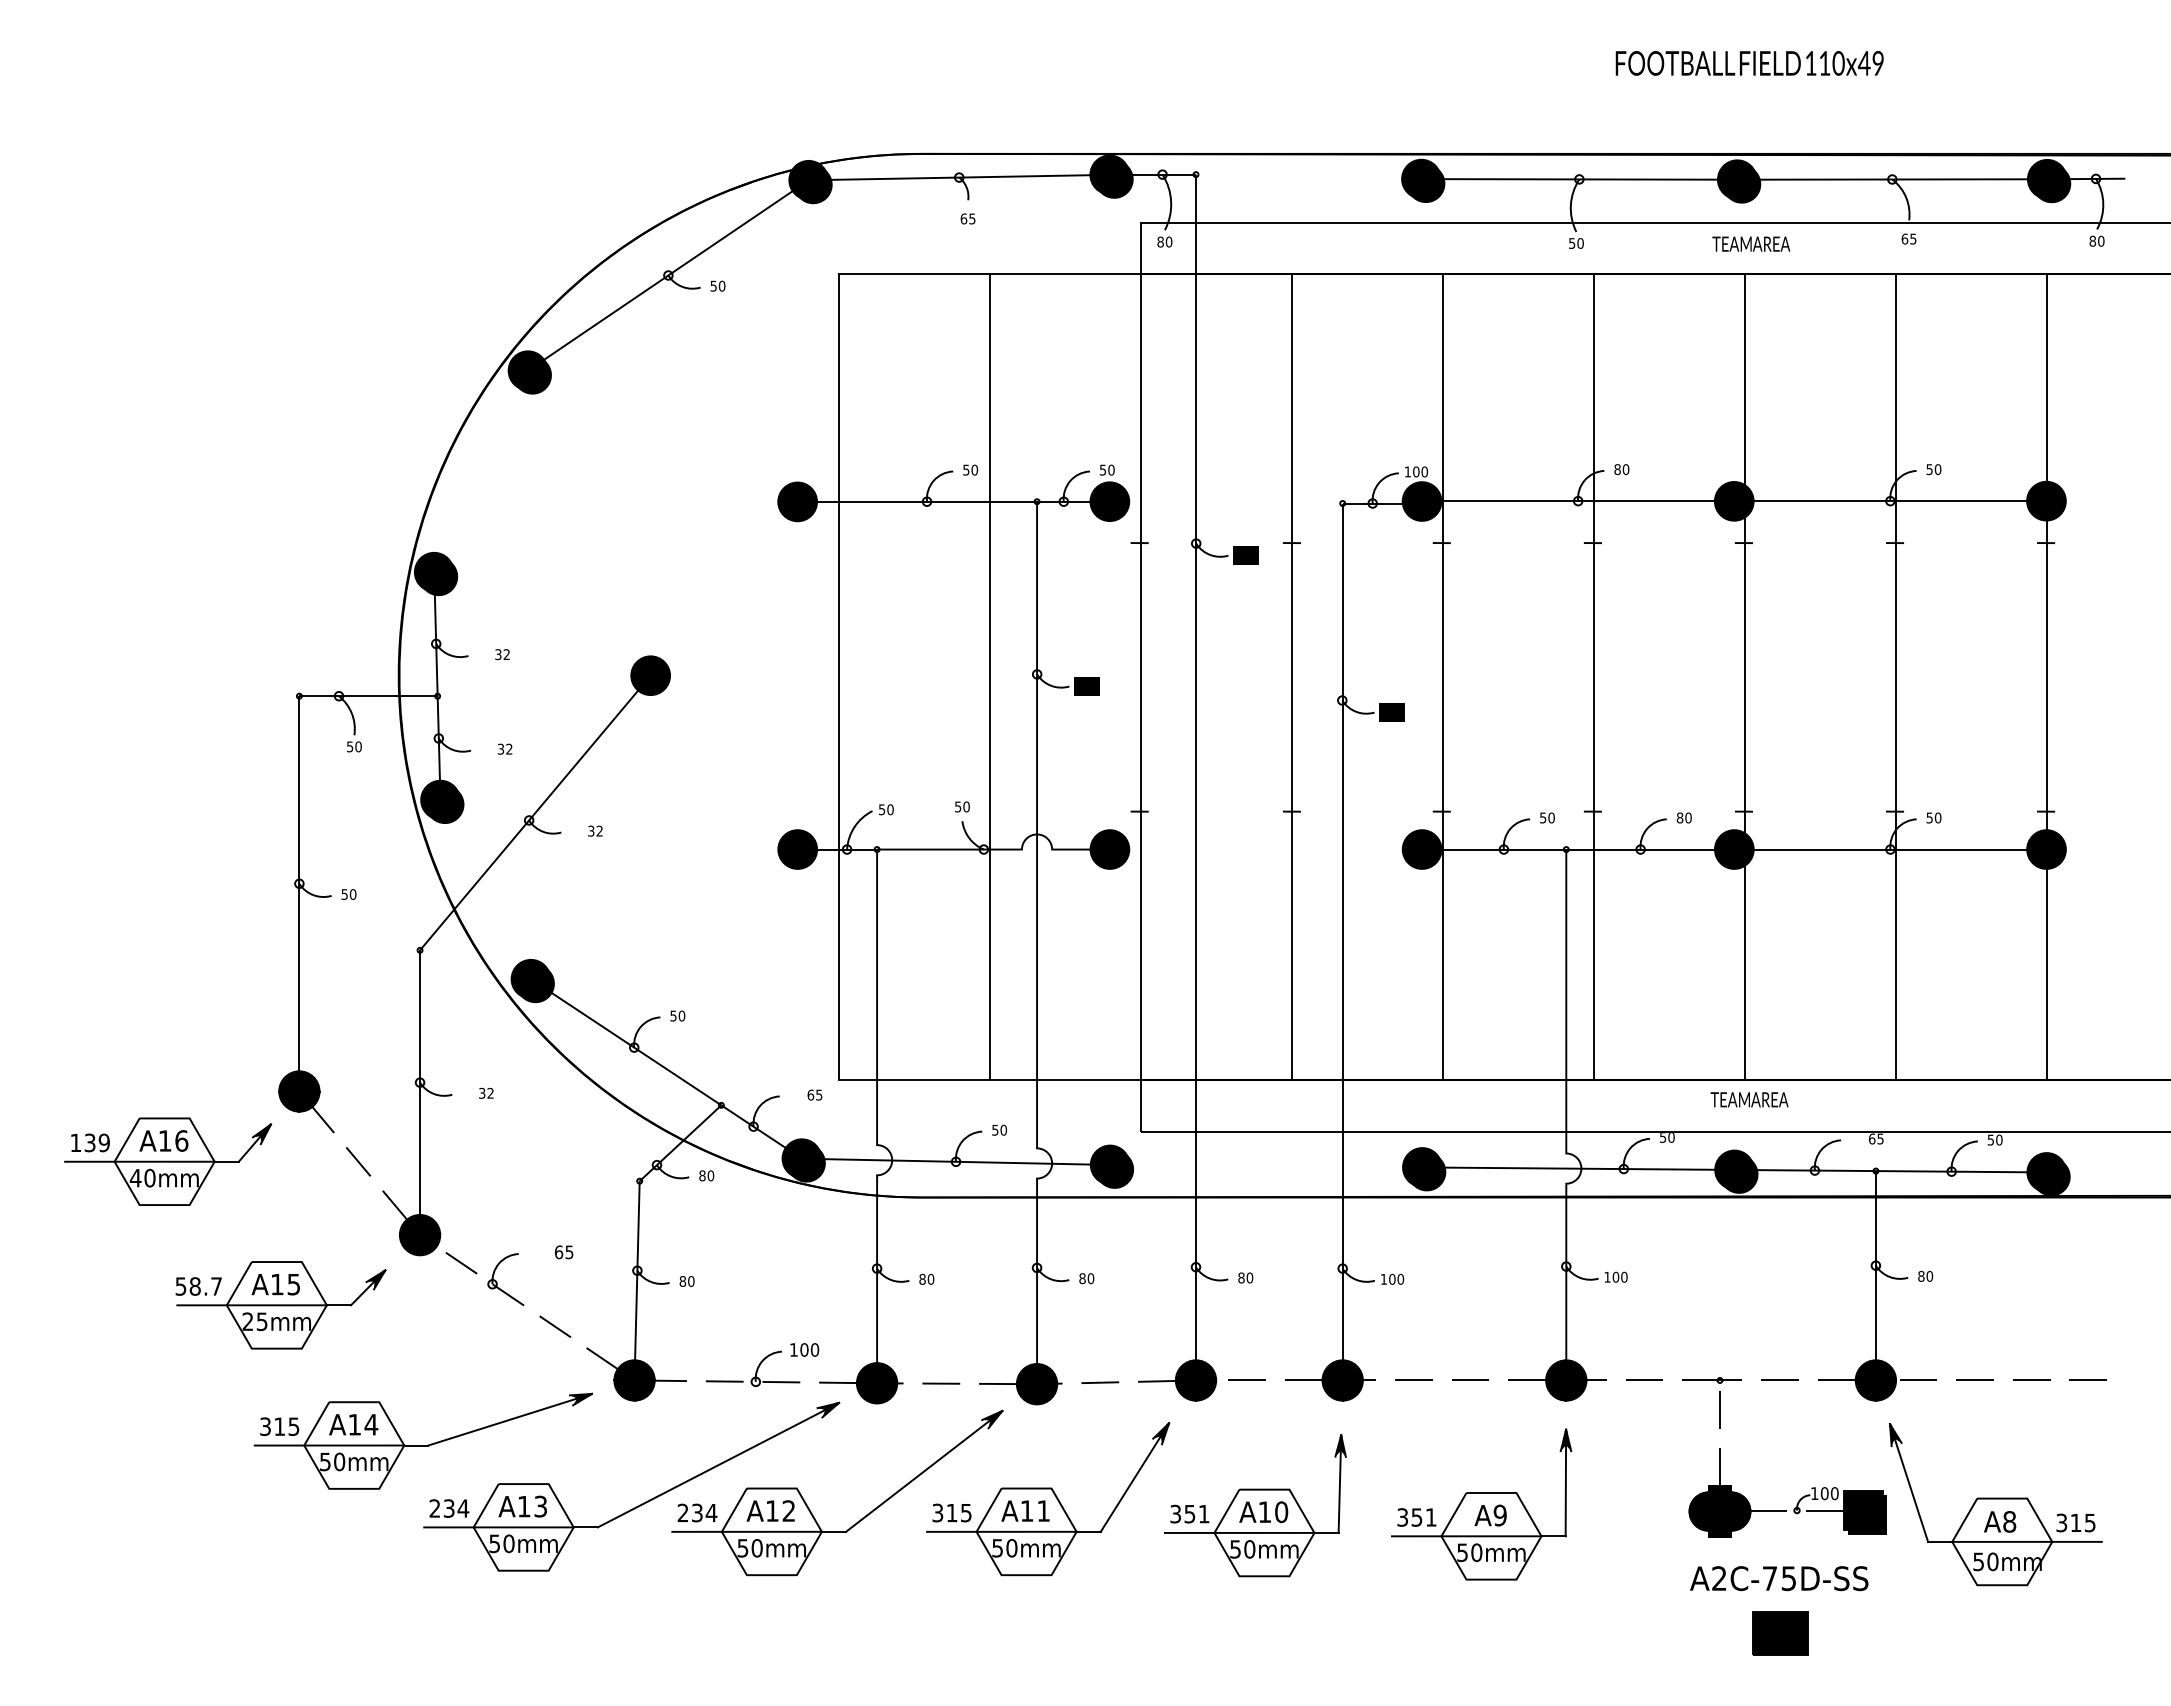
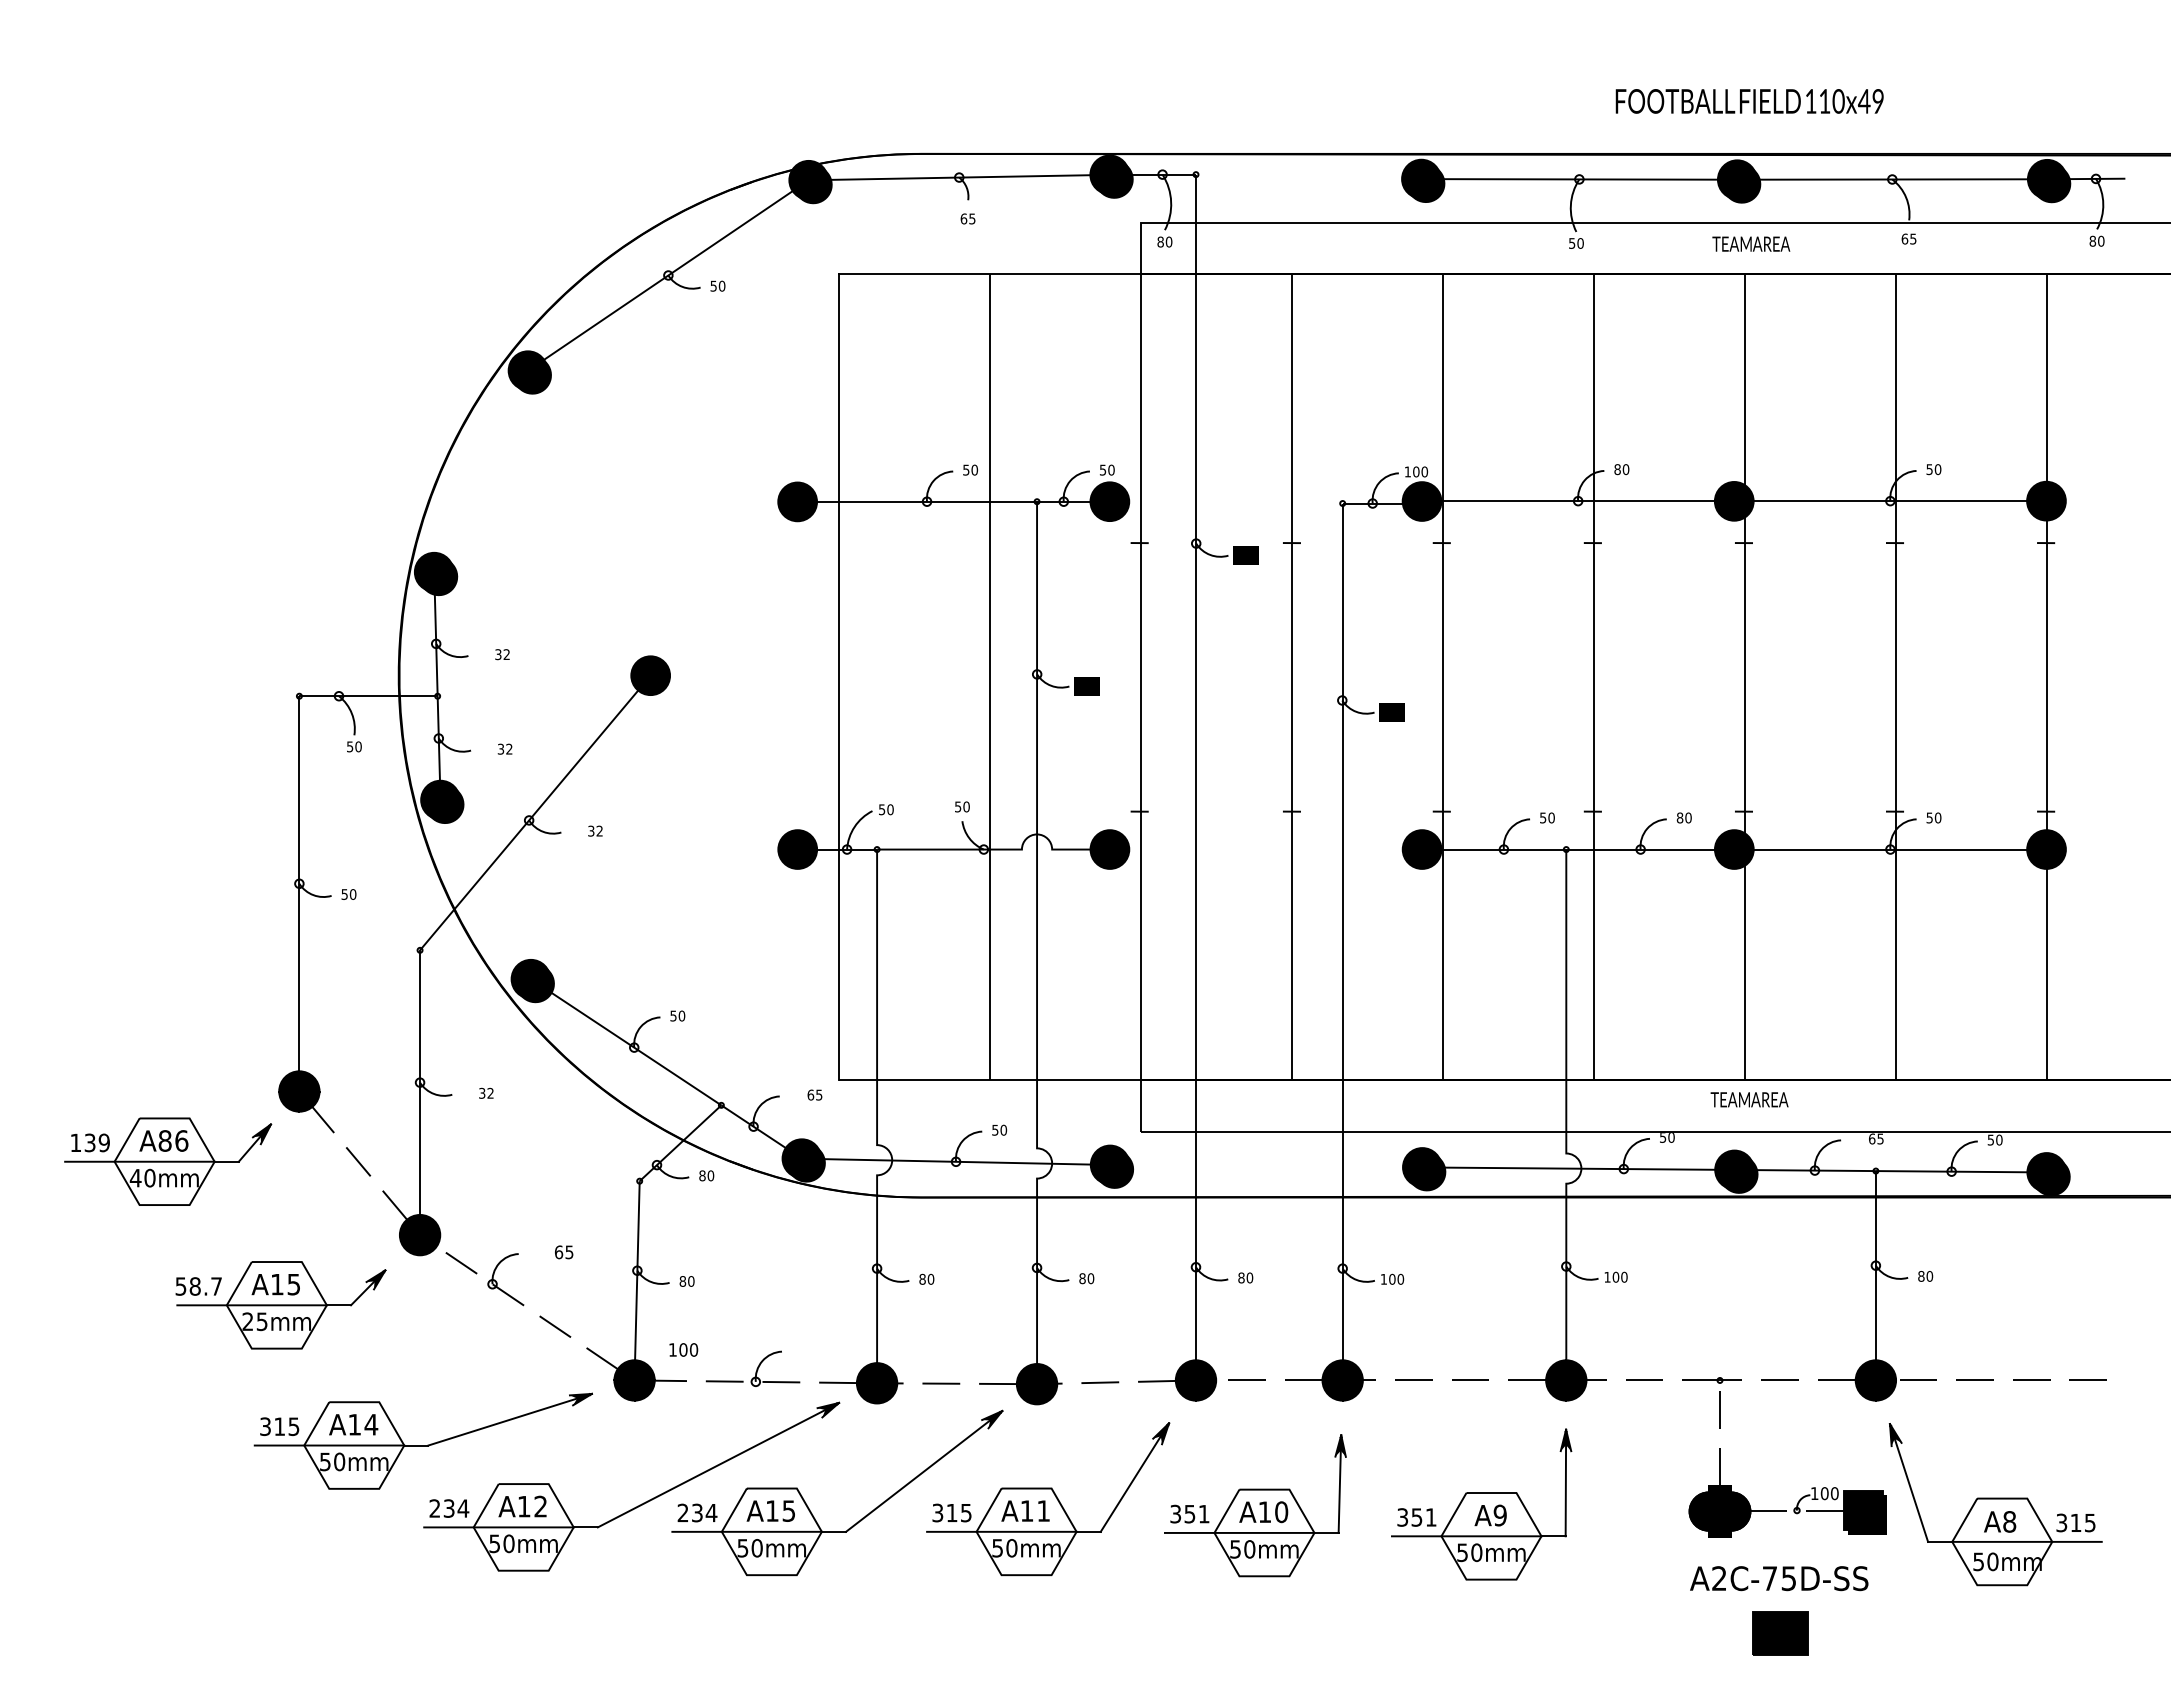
text at (1749, 63) position: (1749, 63) -> (1749, 101)
text at (164, 1140): A16 -> A86
text at (804, 1349) position: (804, 1349) -> (683, 1349)
text at (540, 1506): A13 -> A12
text at (788, 1510): A12 -> A15
